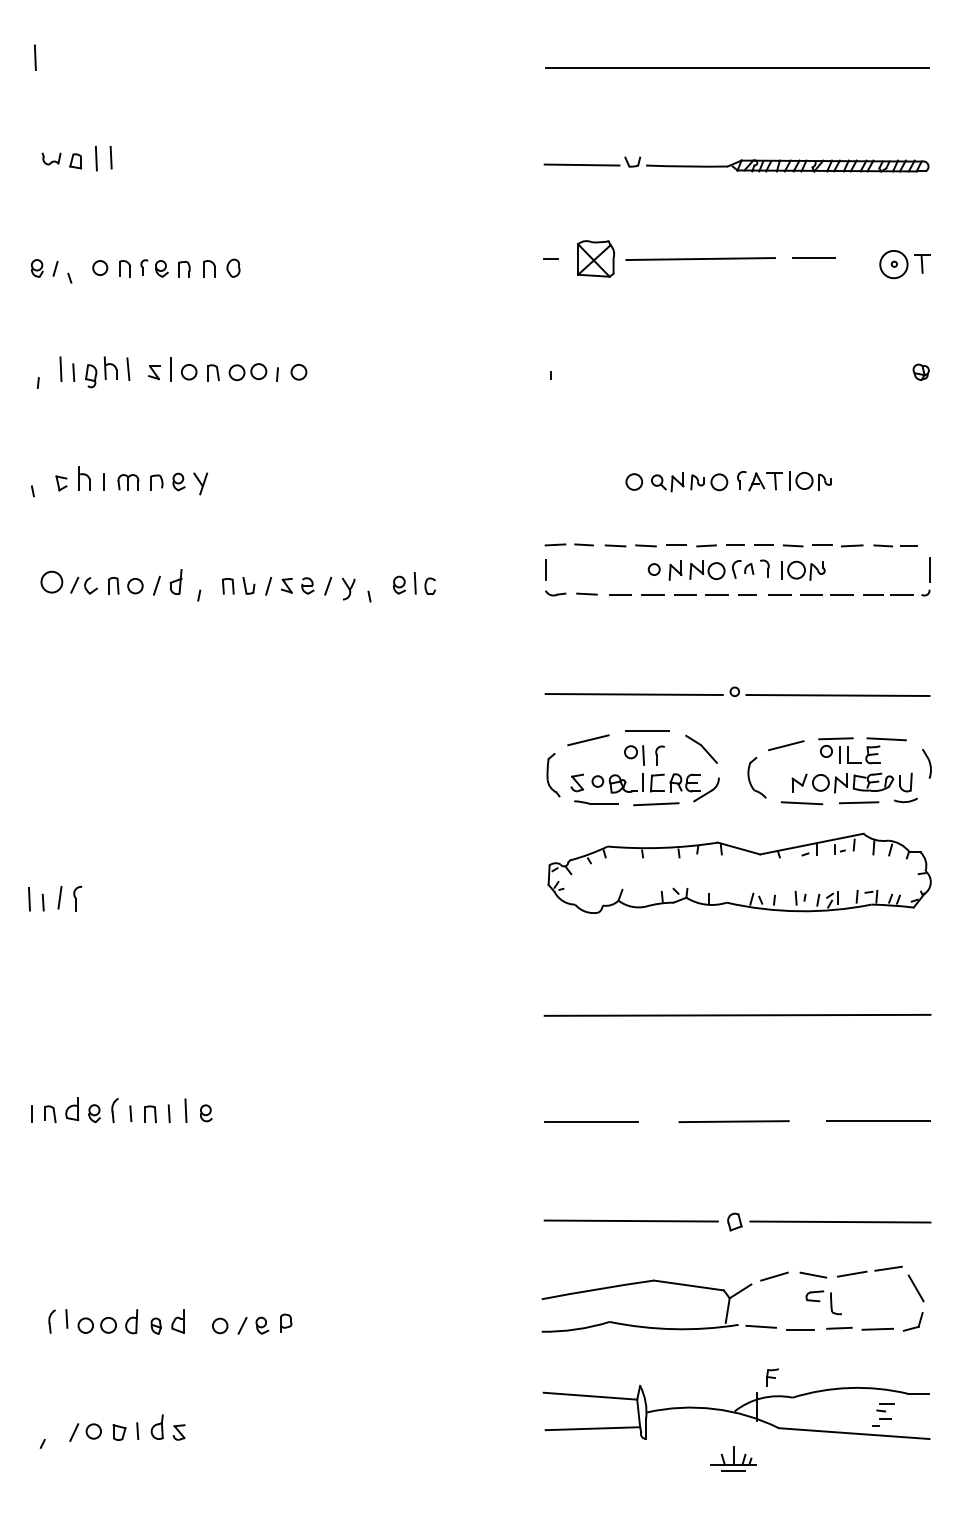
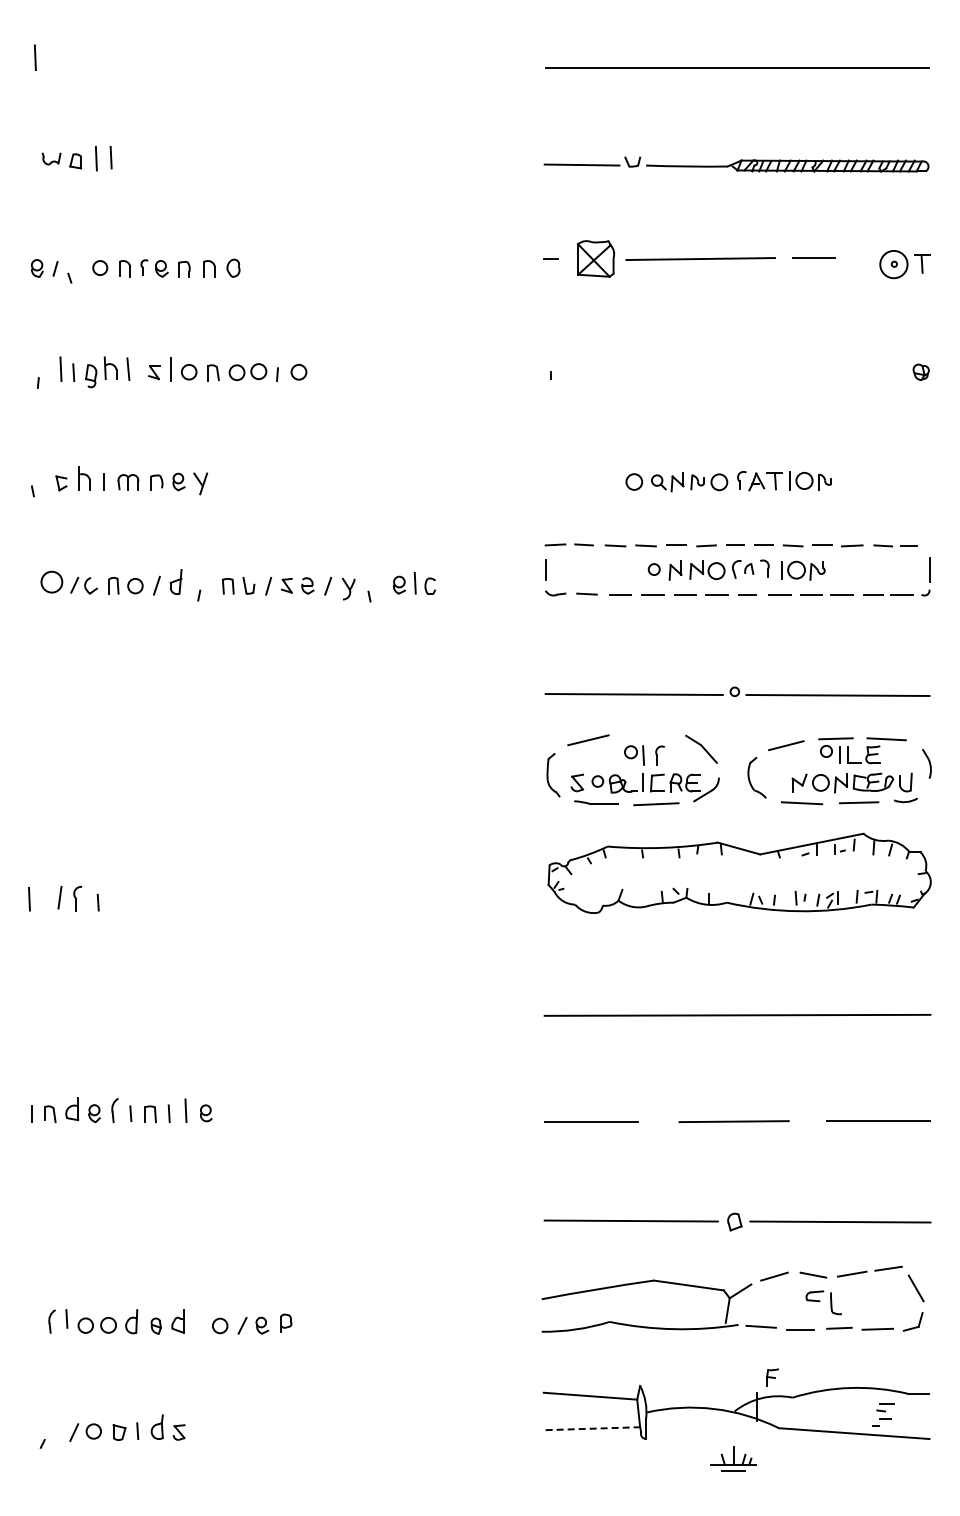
line at (647, 731): present -> none
line at (42, 902) position: (42, 902) -> (97, 902)
line at (593, 1428): solid -> dashed
